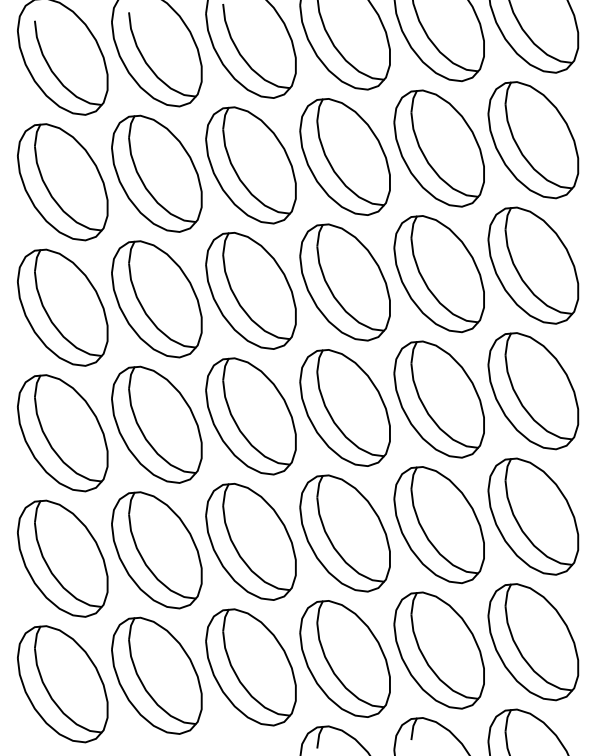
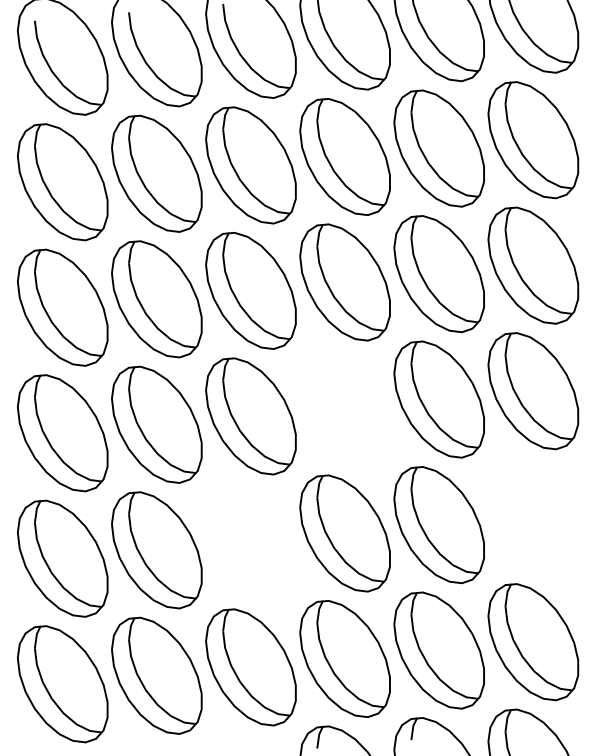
part at (344, 407): present -> none
part at (533, 516): present -> none
part at (250, 541): present -> none
